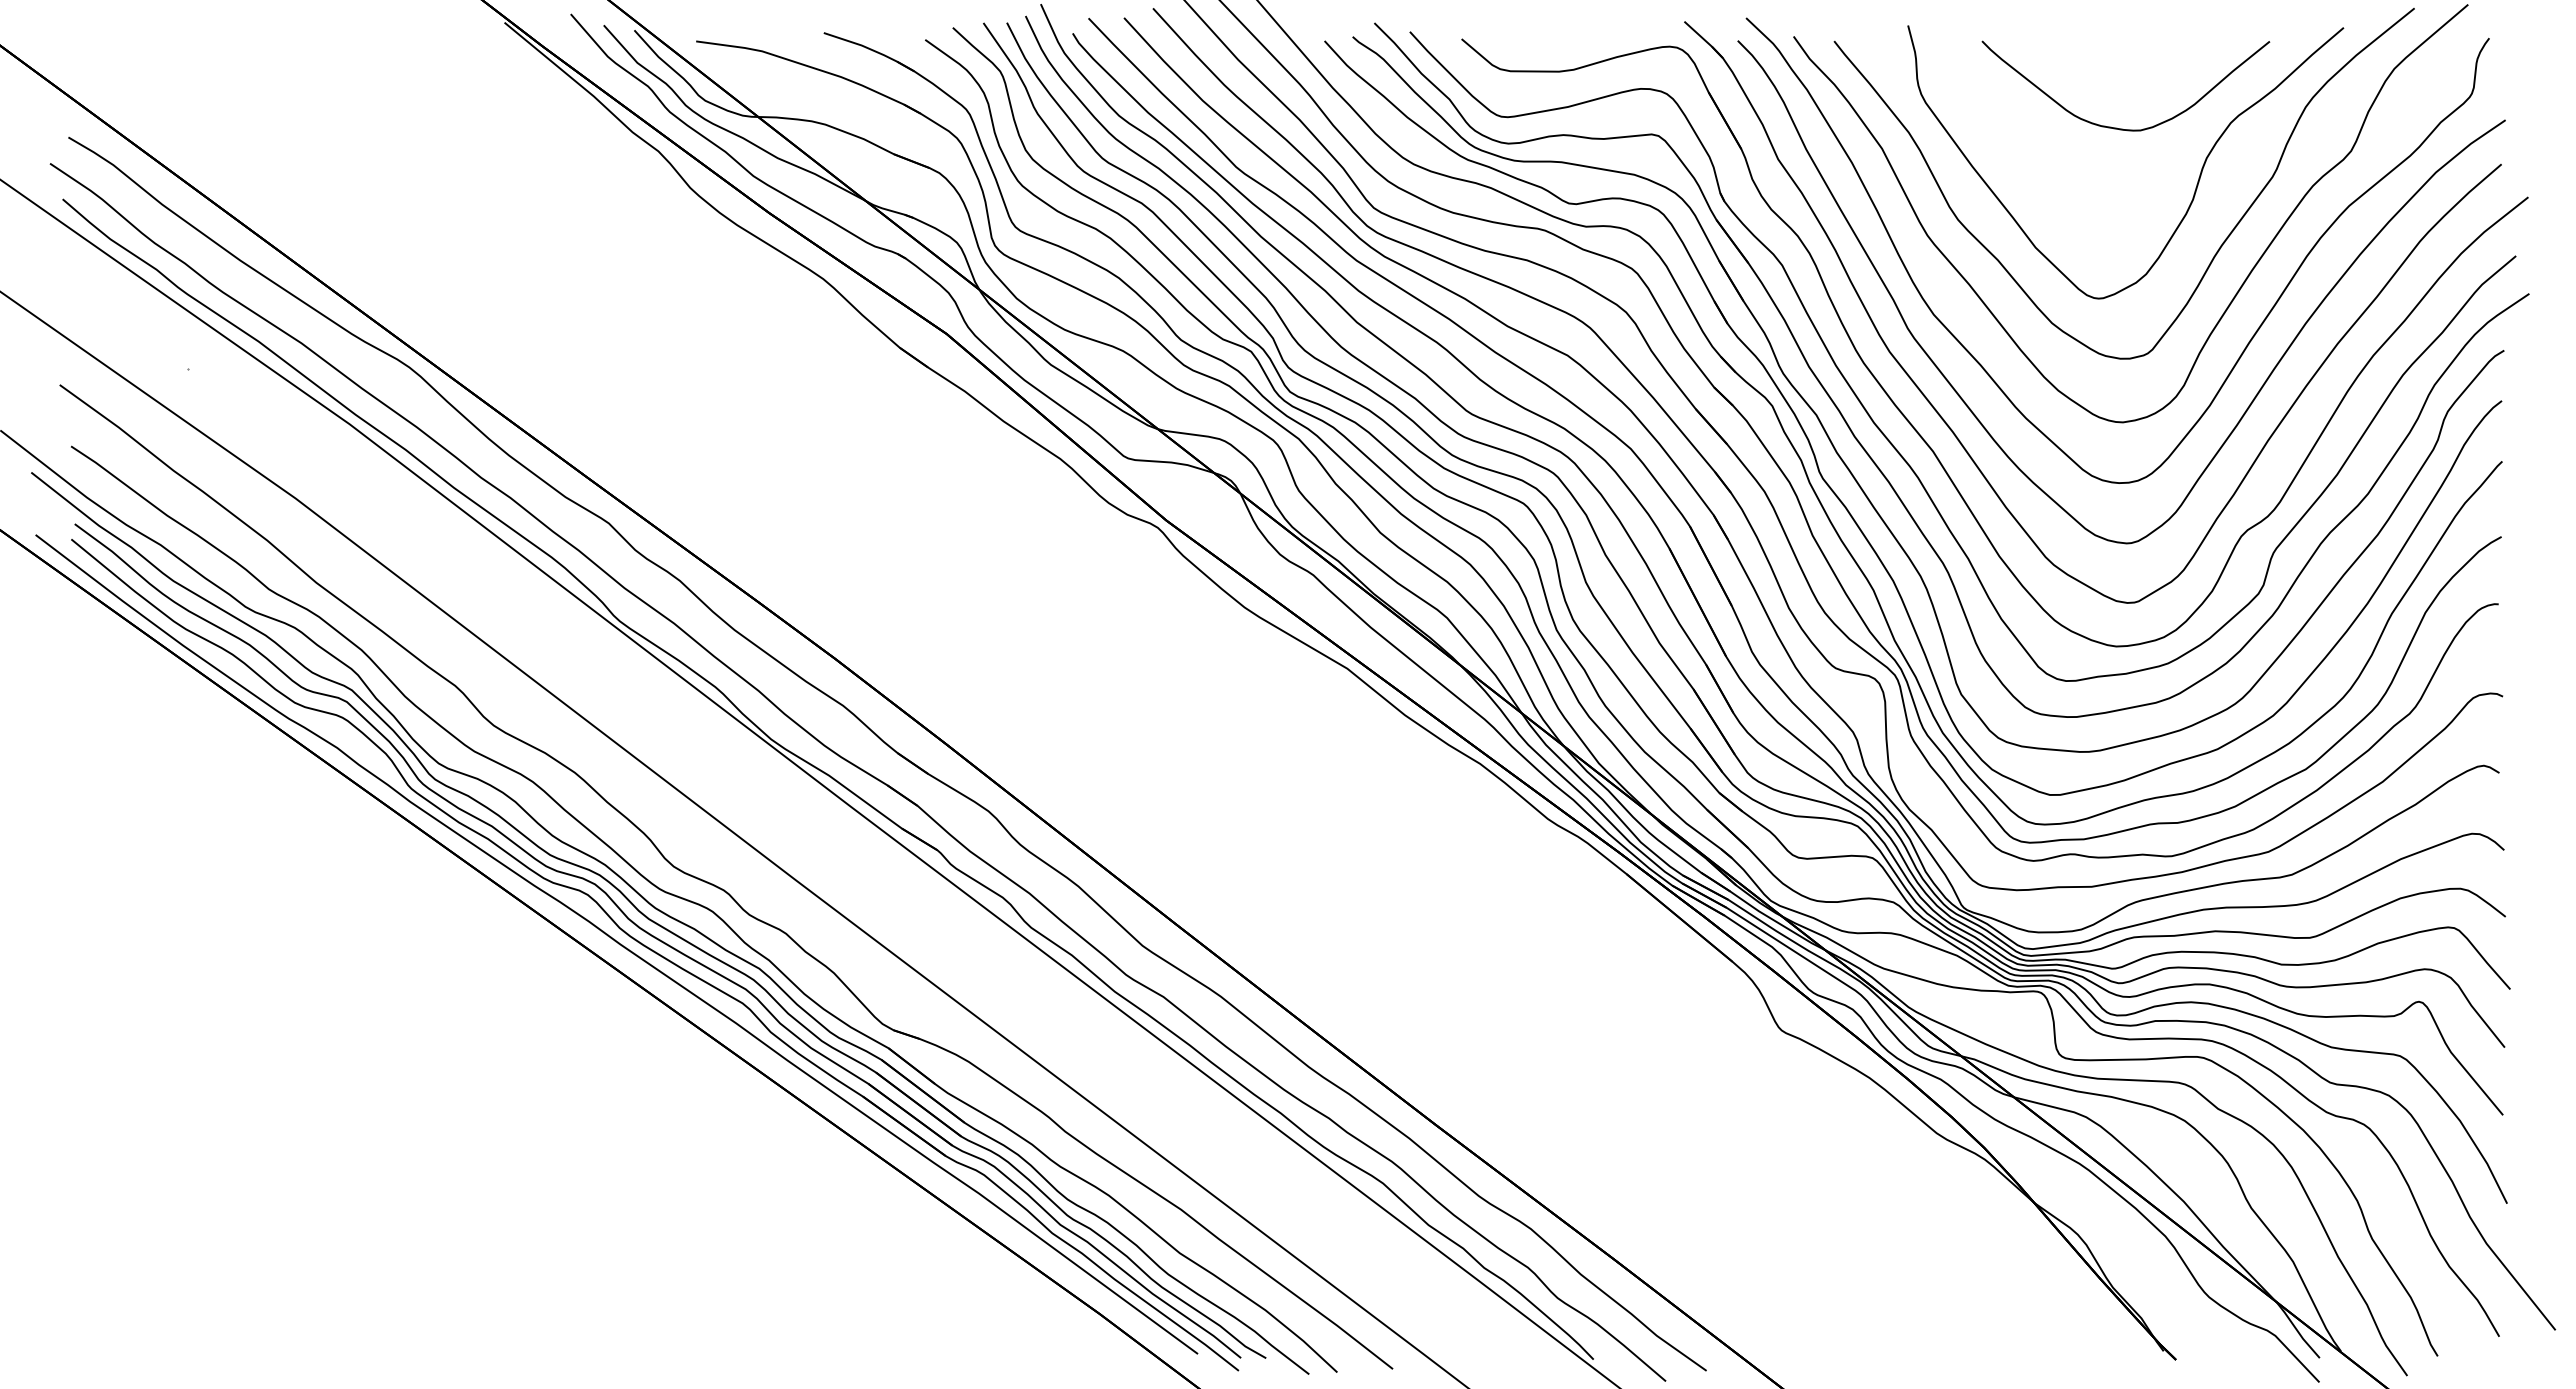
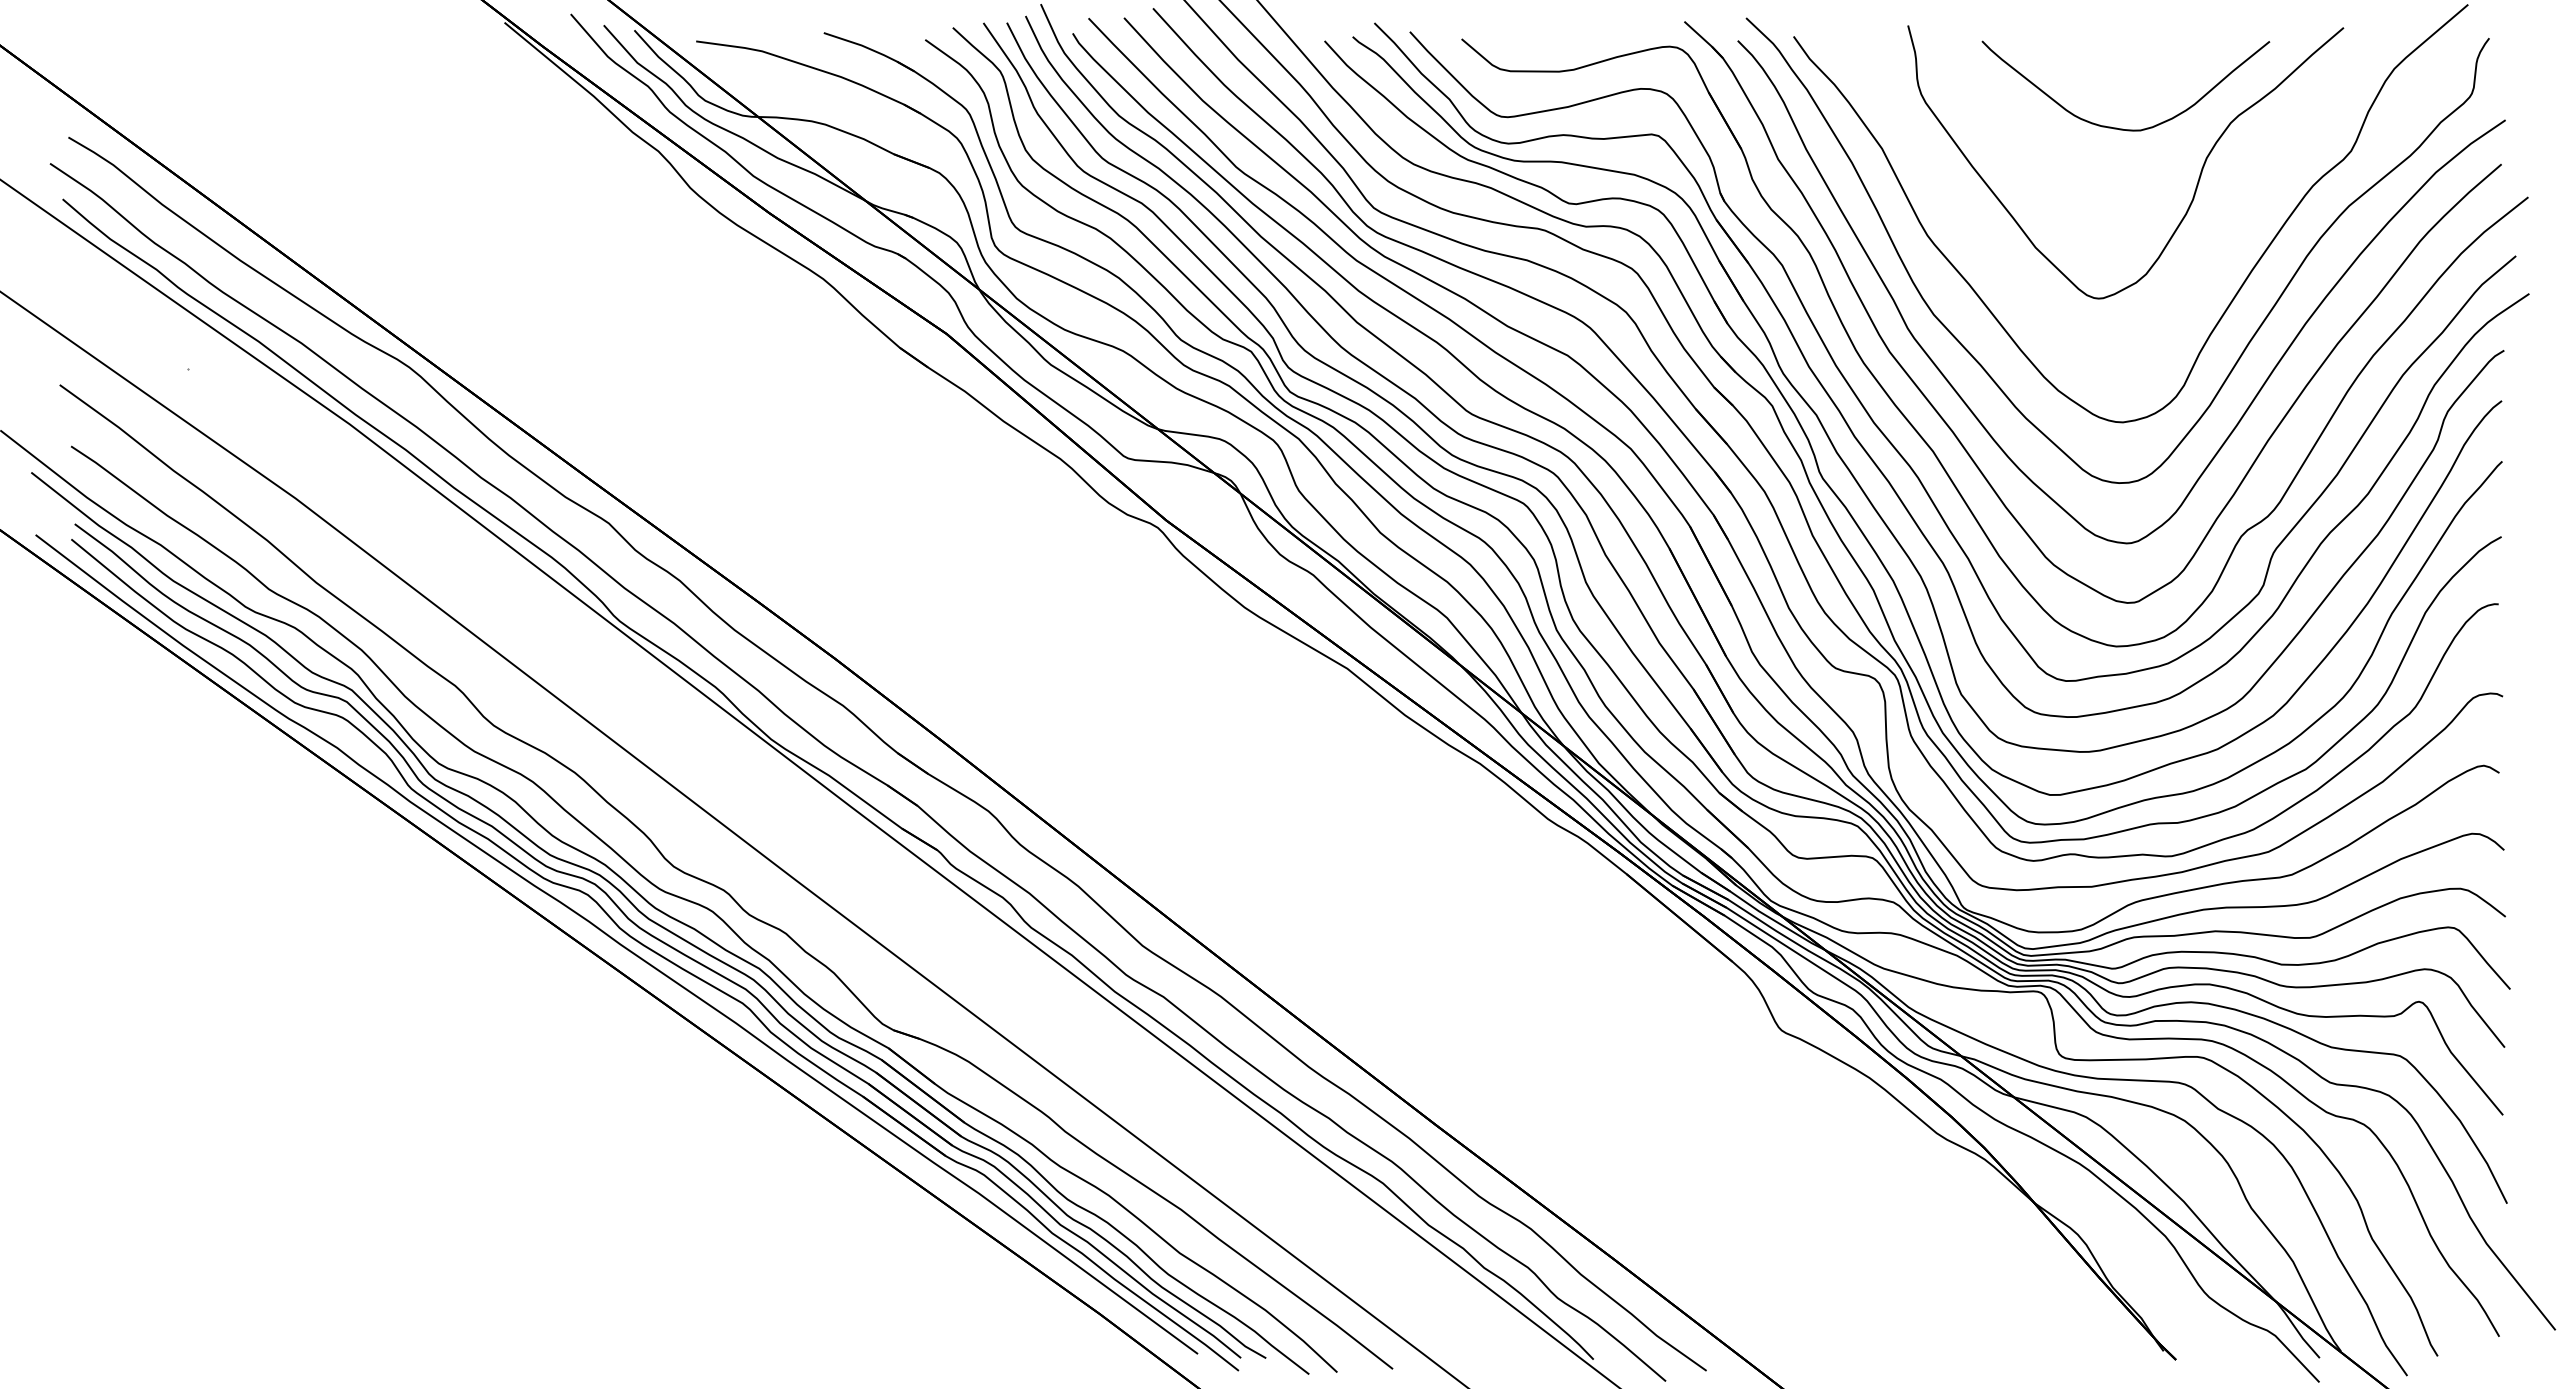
curve at (2218, 248): present -> none
